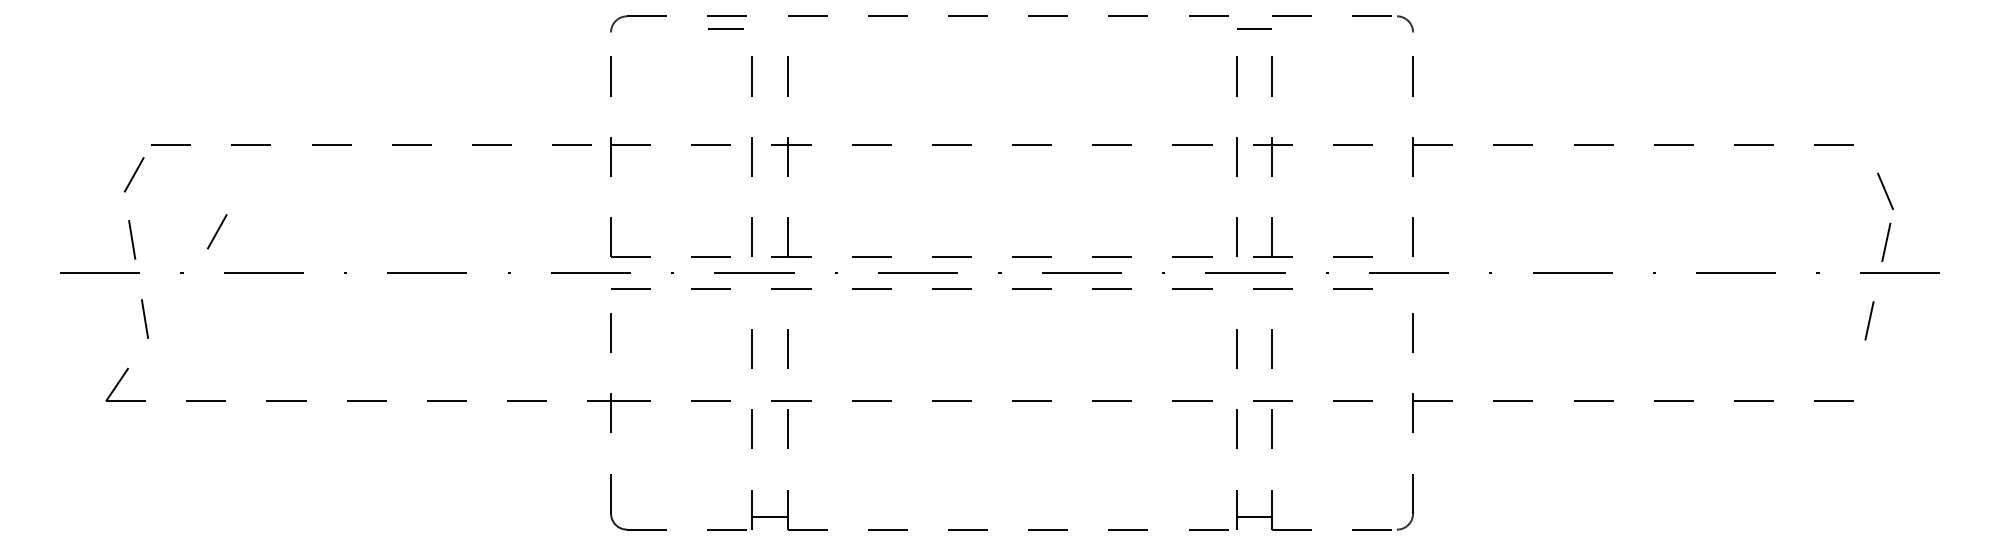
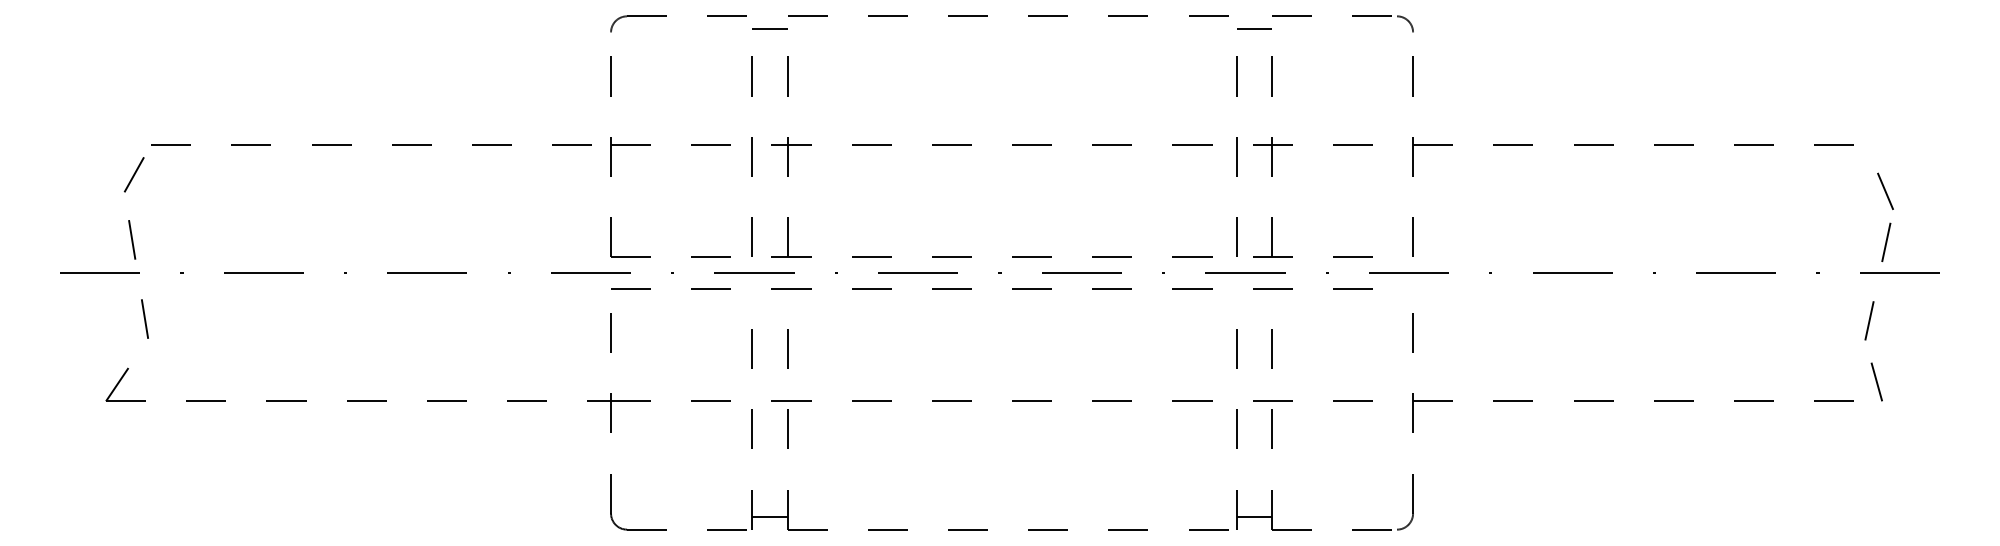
line at (725, 28) position: (725, 28) -> (769, 28)
line at (216, 231): present -> none
line at (1876, 381): none -> present
